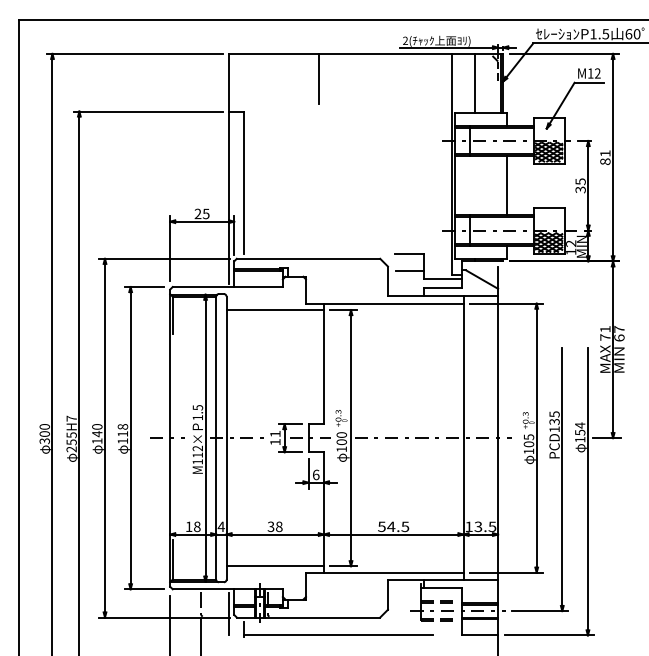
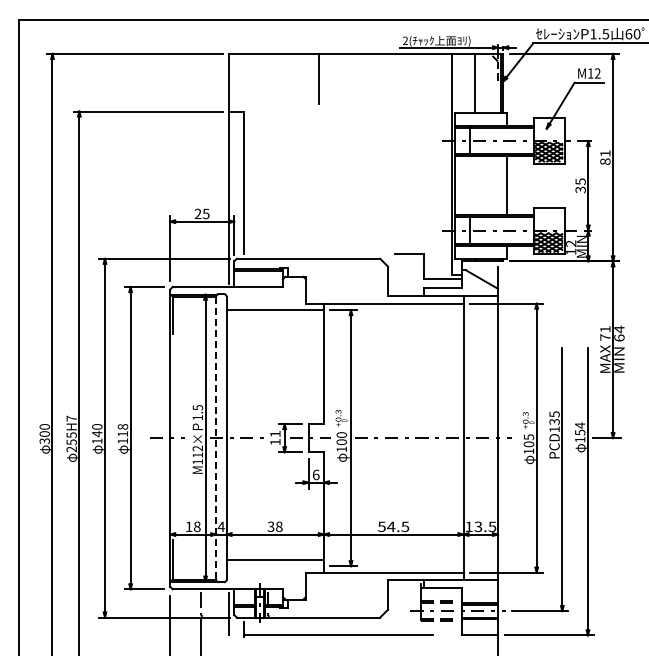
line at (409, 270): present -> none
text at (619, 329): 67 -> 64
line at (216, 438): solid -> dashed
line at (274, 566) position: (274, 566) -> (274, 560)
